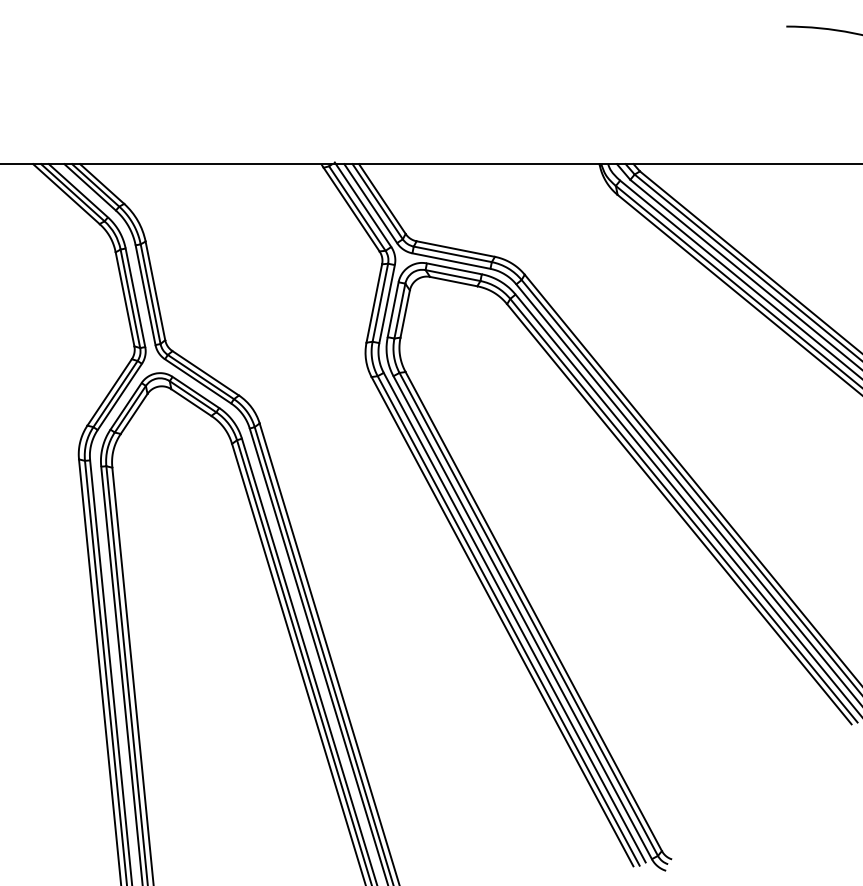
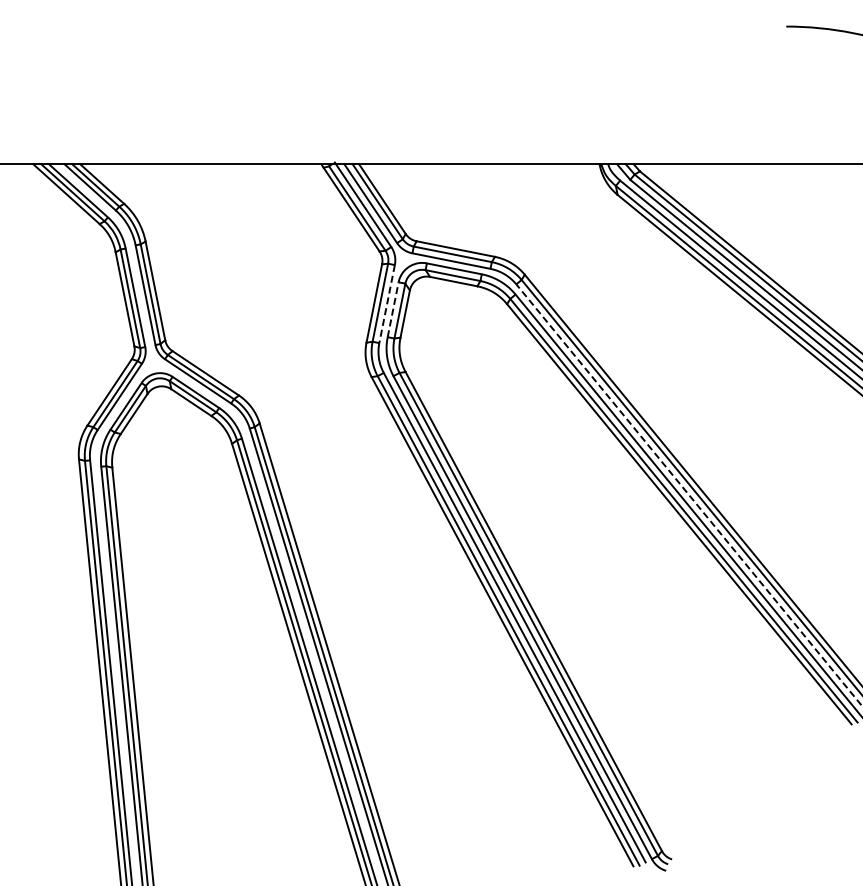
line at (387, 304): solid -> dashed
line at (393, 309): solid -> dashed
line at (689, 495): solid -> dashed
